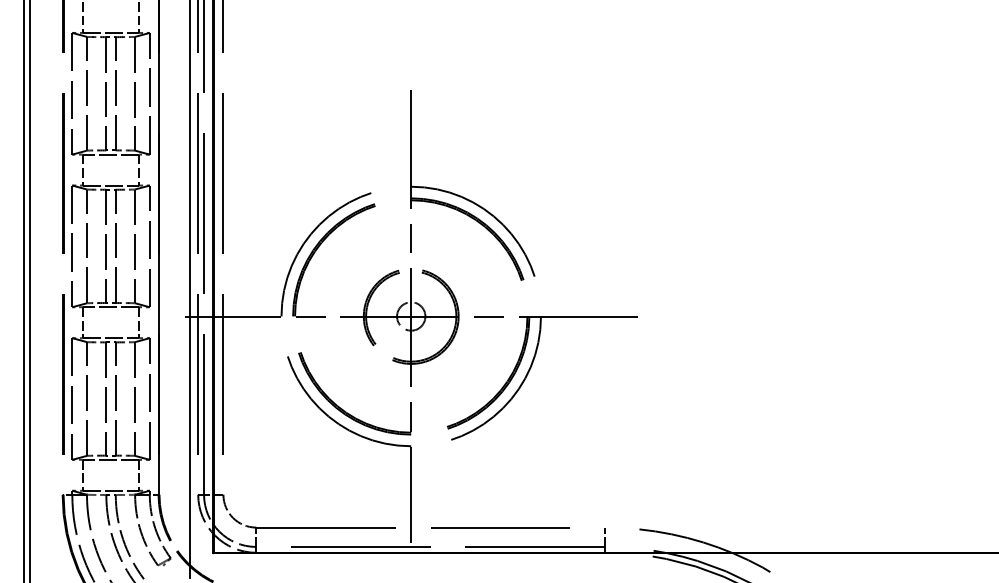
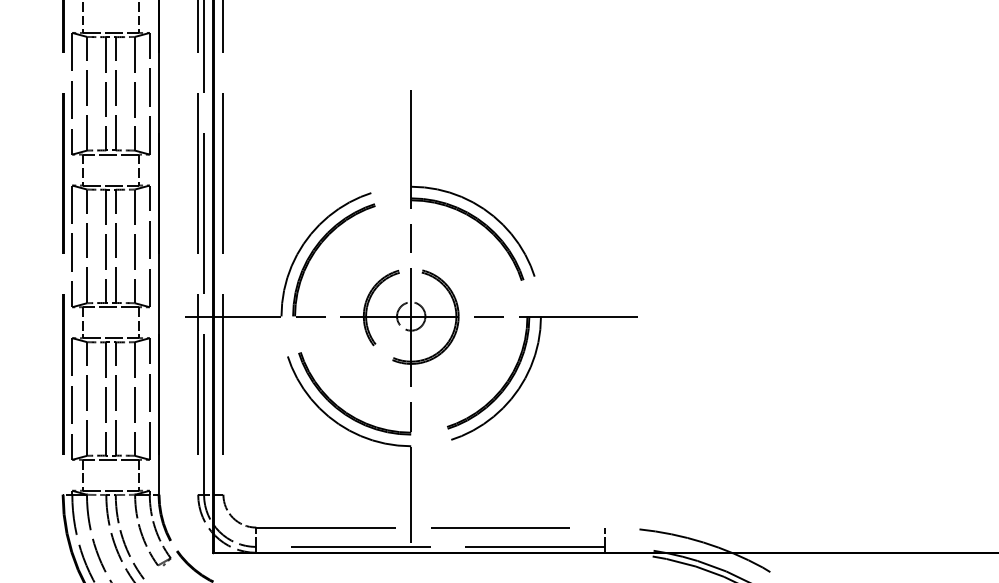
line at (190, 289): present -> none
line at (23, 290): present -> none
line at (29, 290): present -> none
